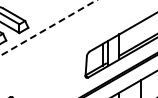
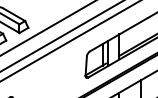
line at (49, 27): dashed -> solid
line at (61, 36): none -> present
line at (69, 41): none -> present
